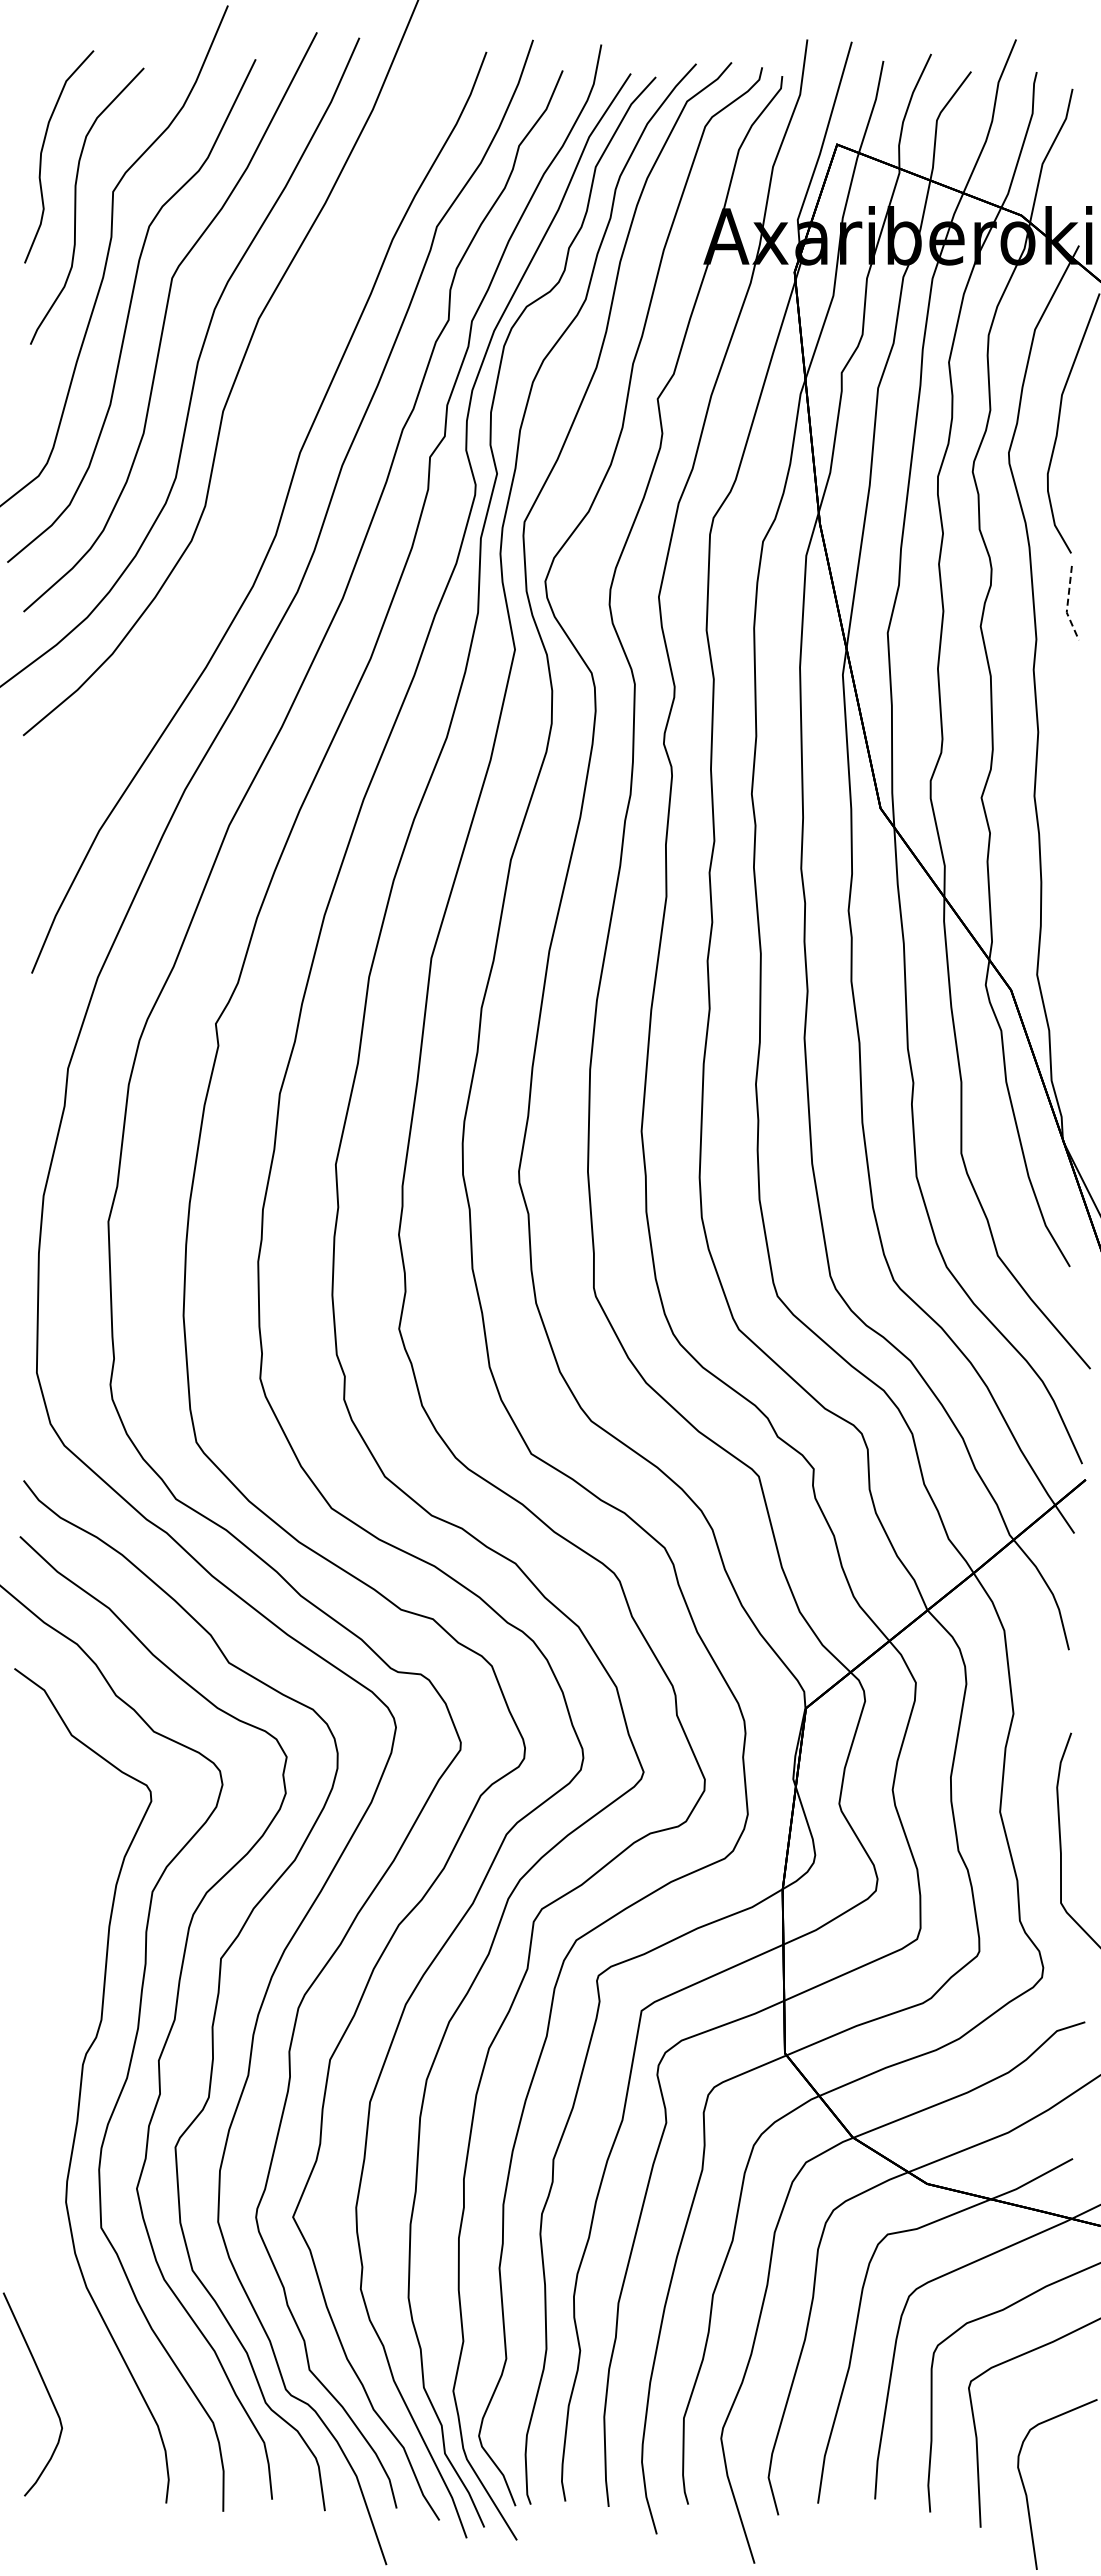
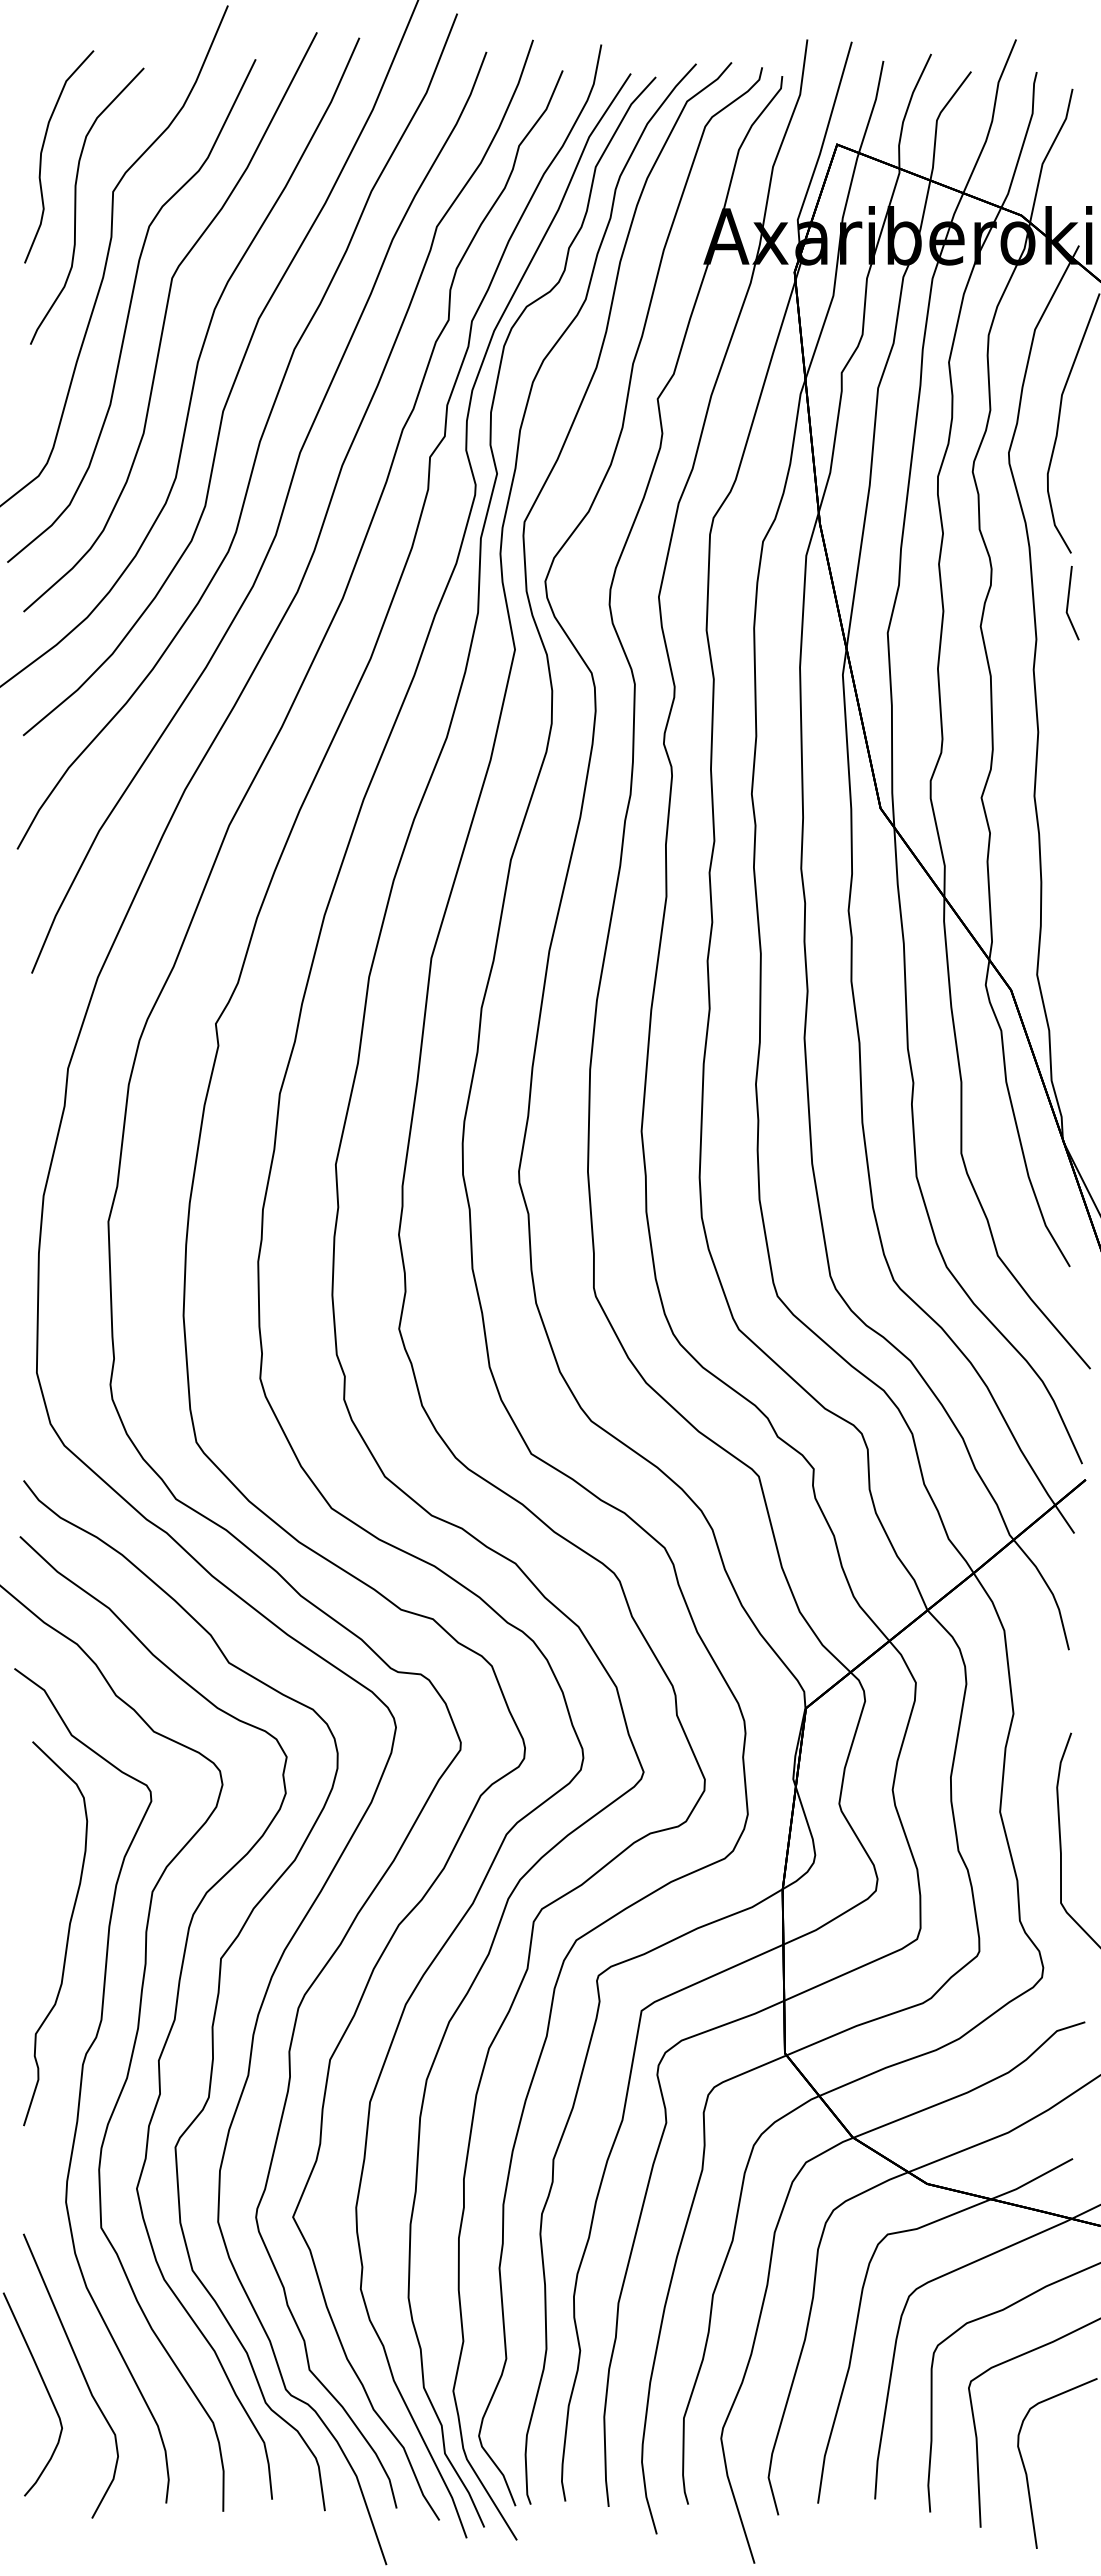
curve at (259, 439): none -> present
line at (1067, 605): dashed -> solid
curve at (67, 1933): none -> present
curve at (80, 2370): none -> present
curve at (1026, 2491) position: (1026, 2491) -> (1026, 2470)
